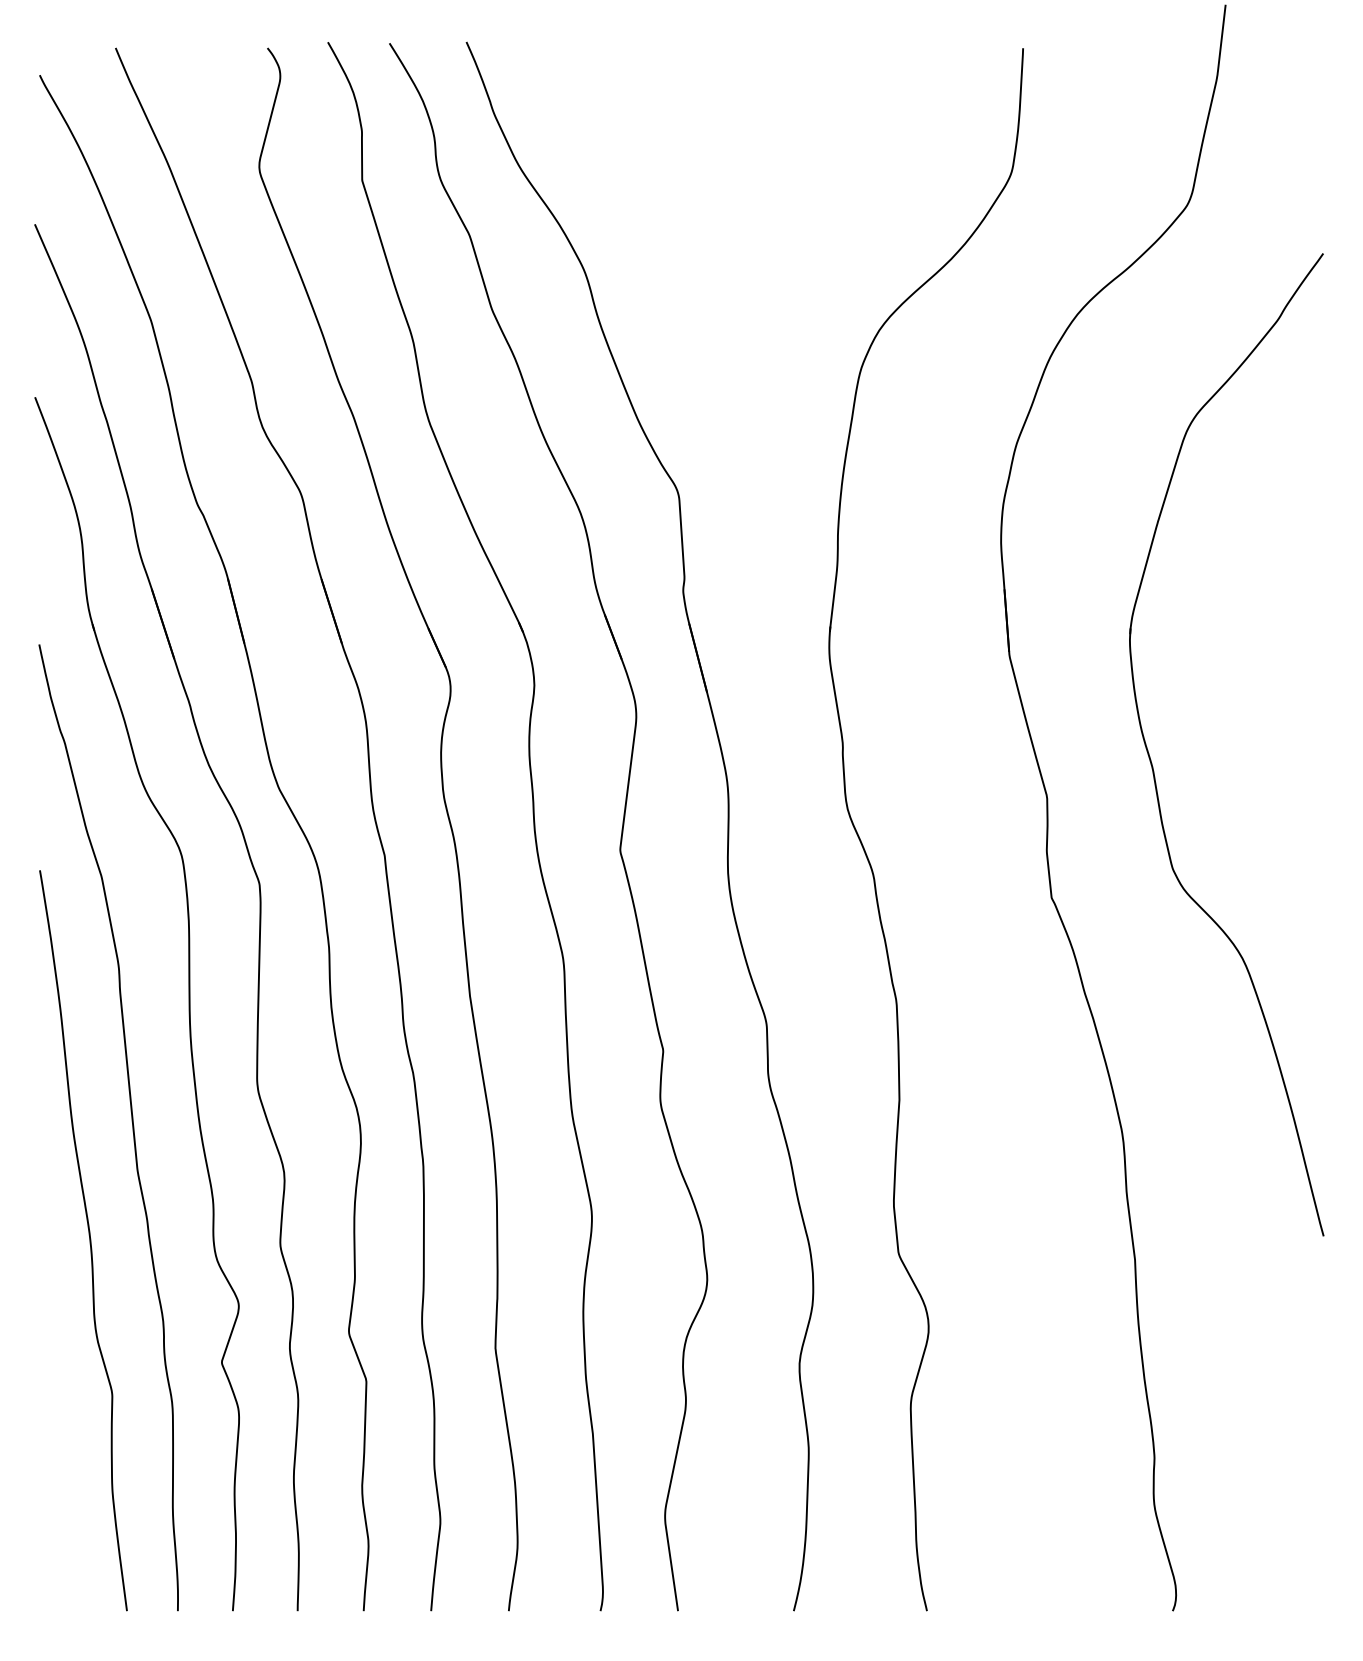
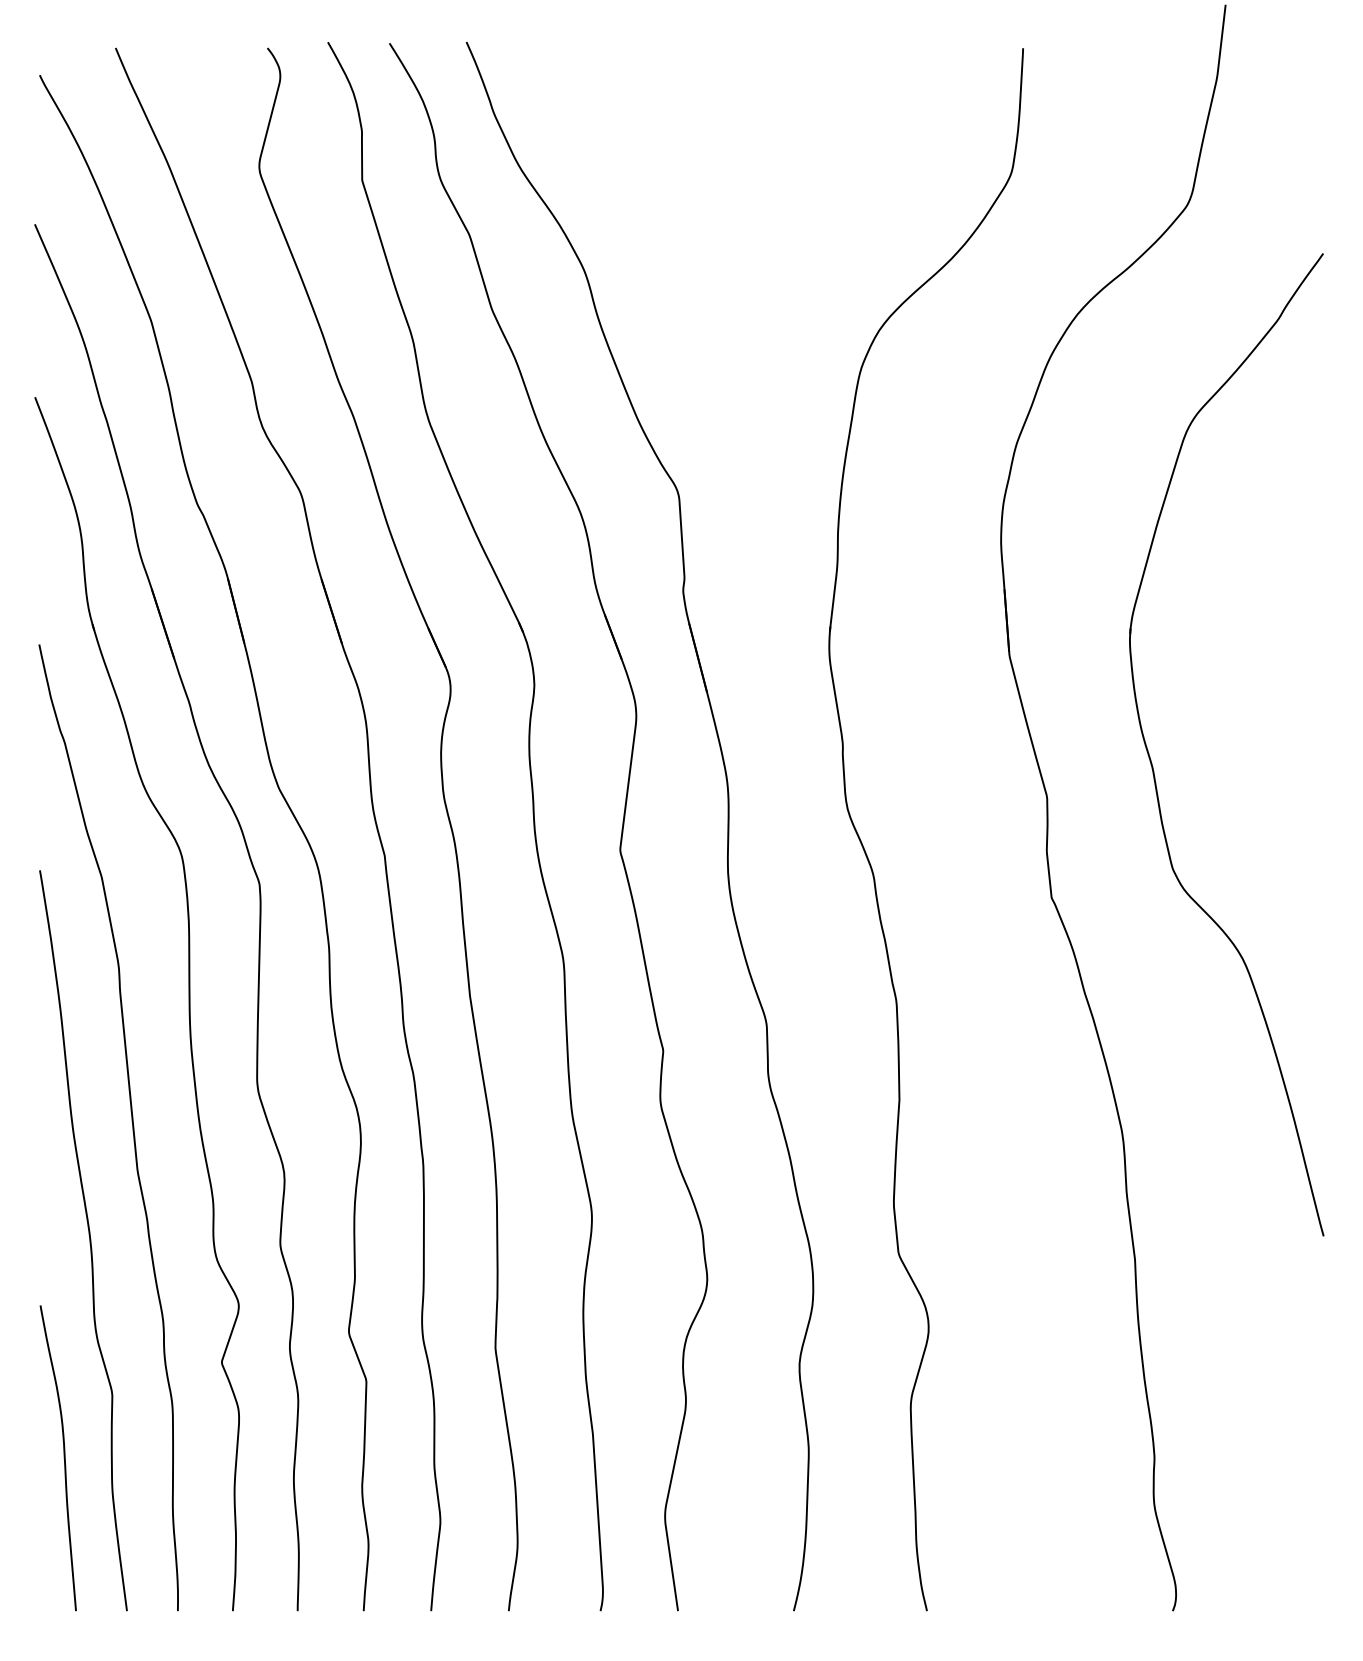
curve at (63, 1458): none -> present
